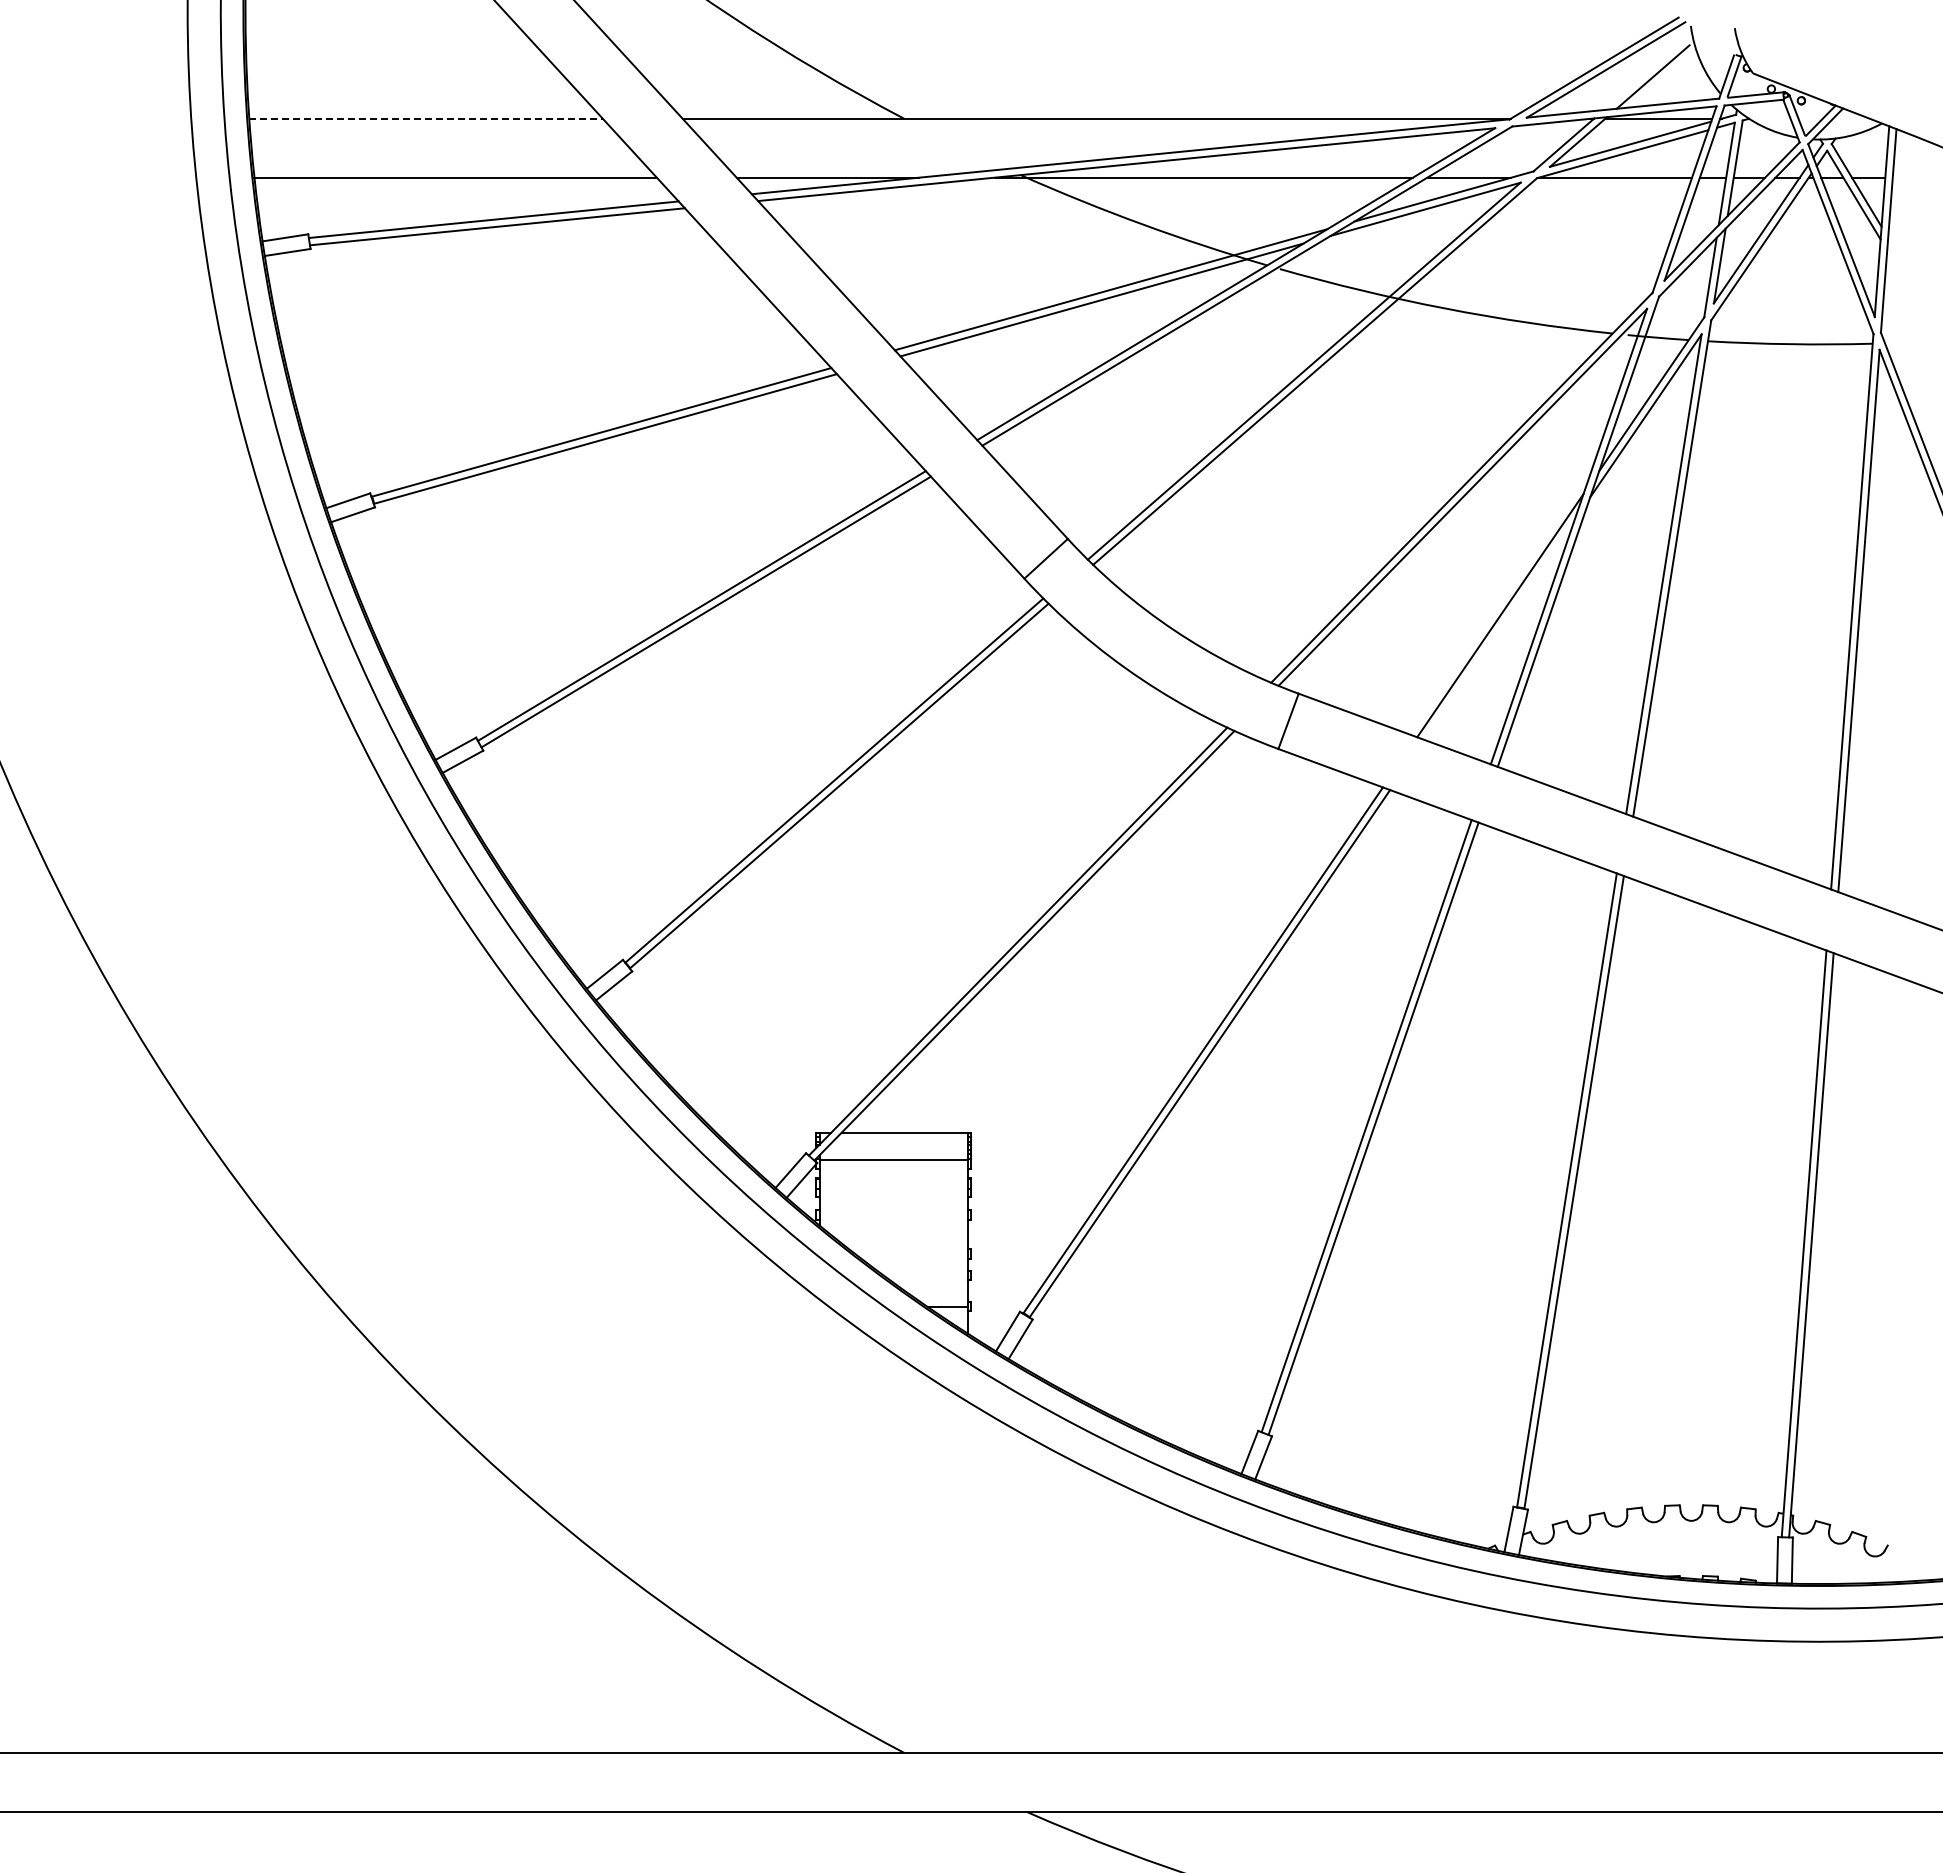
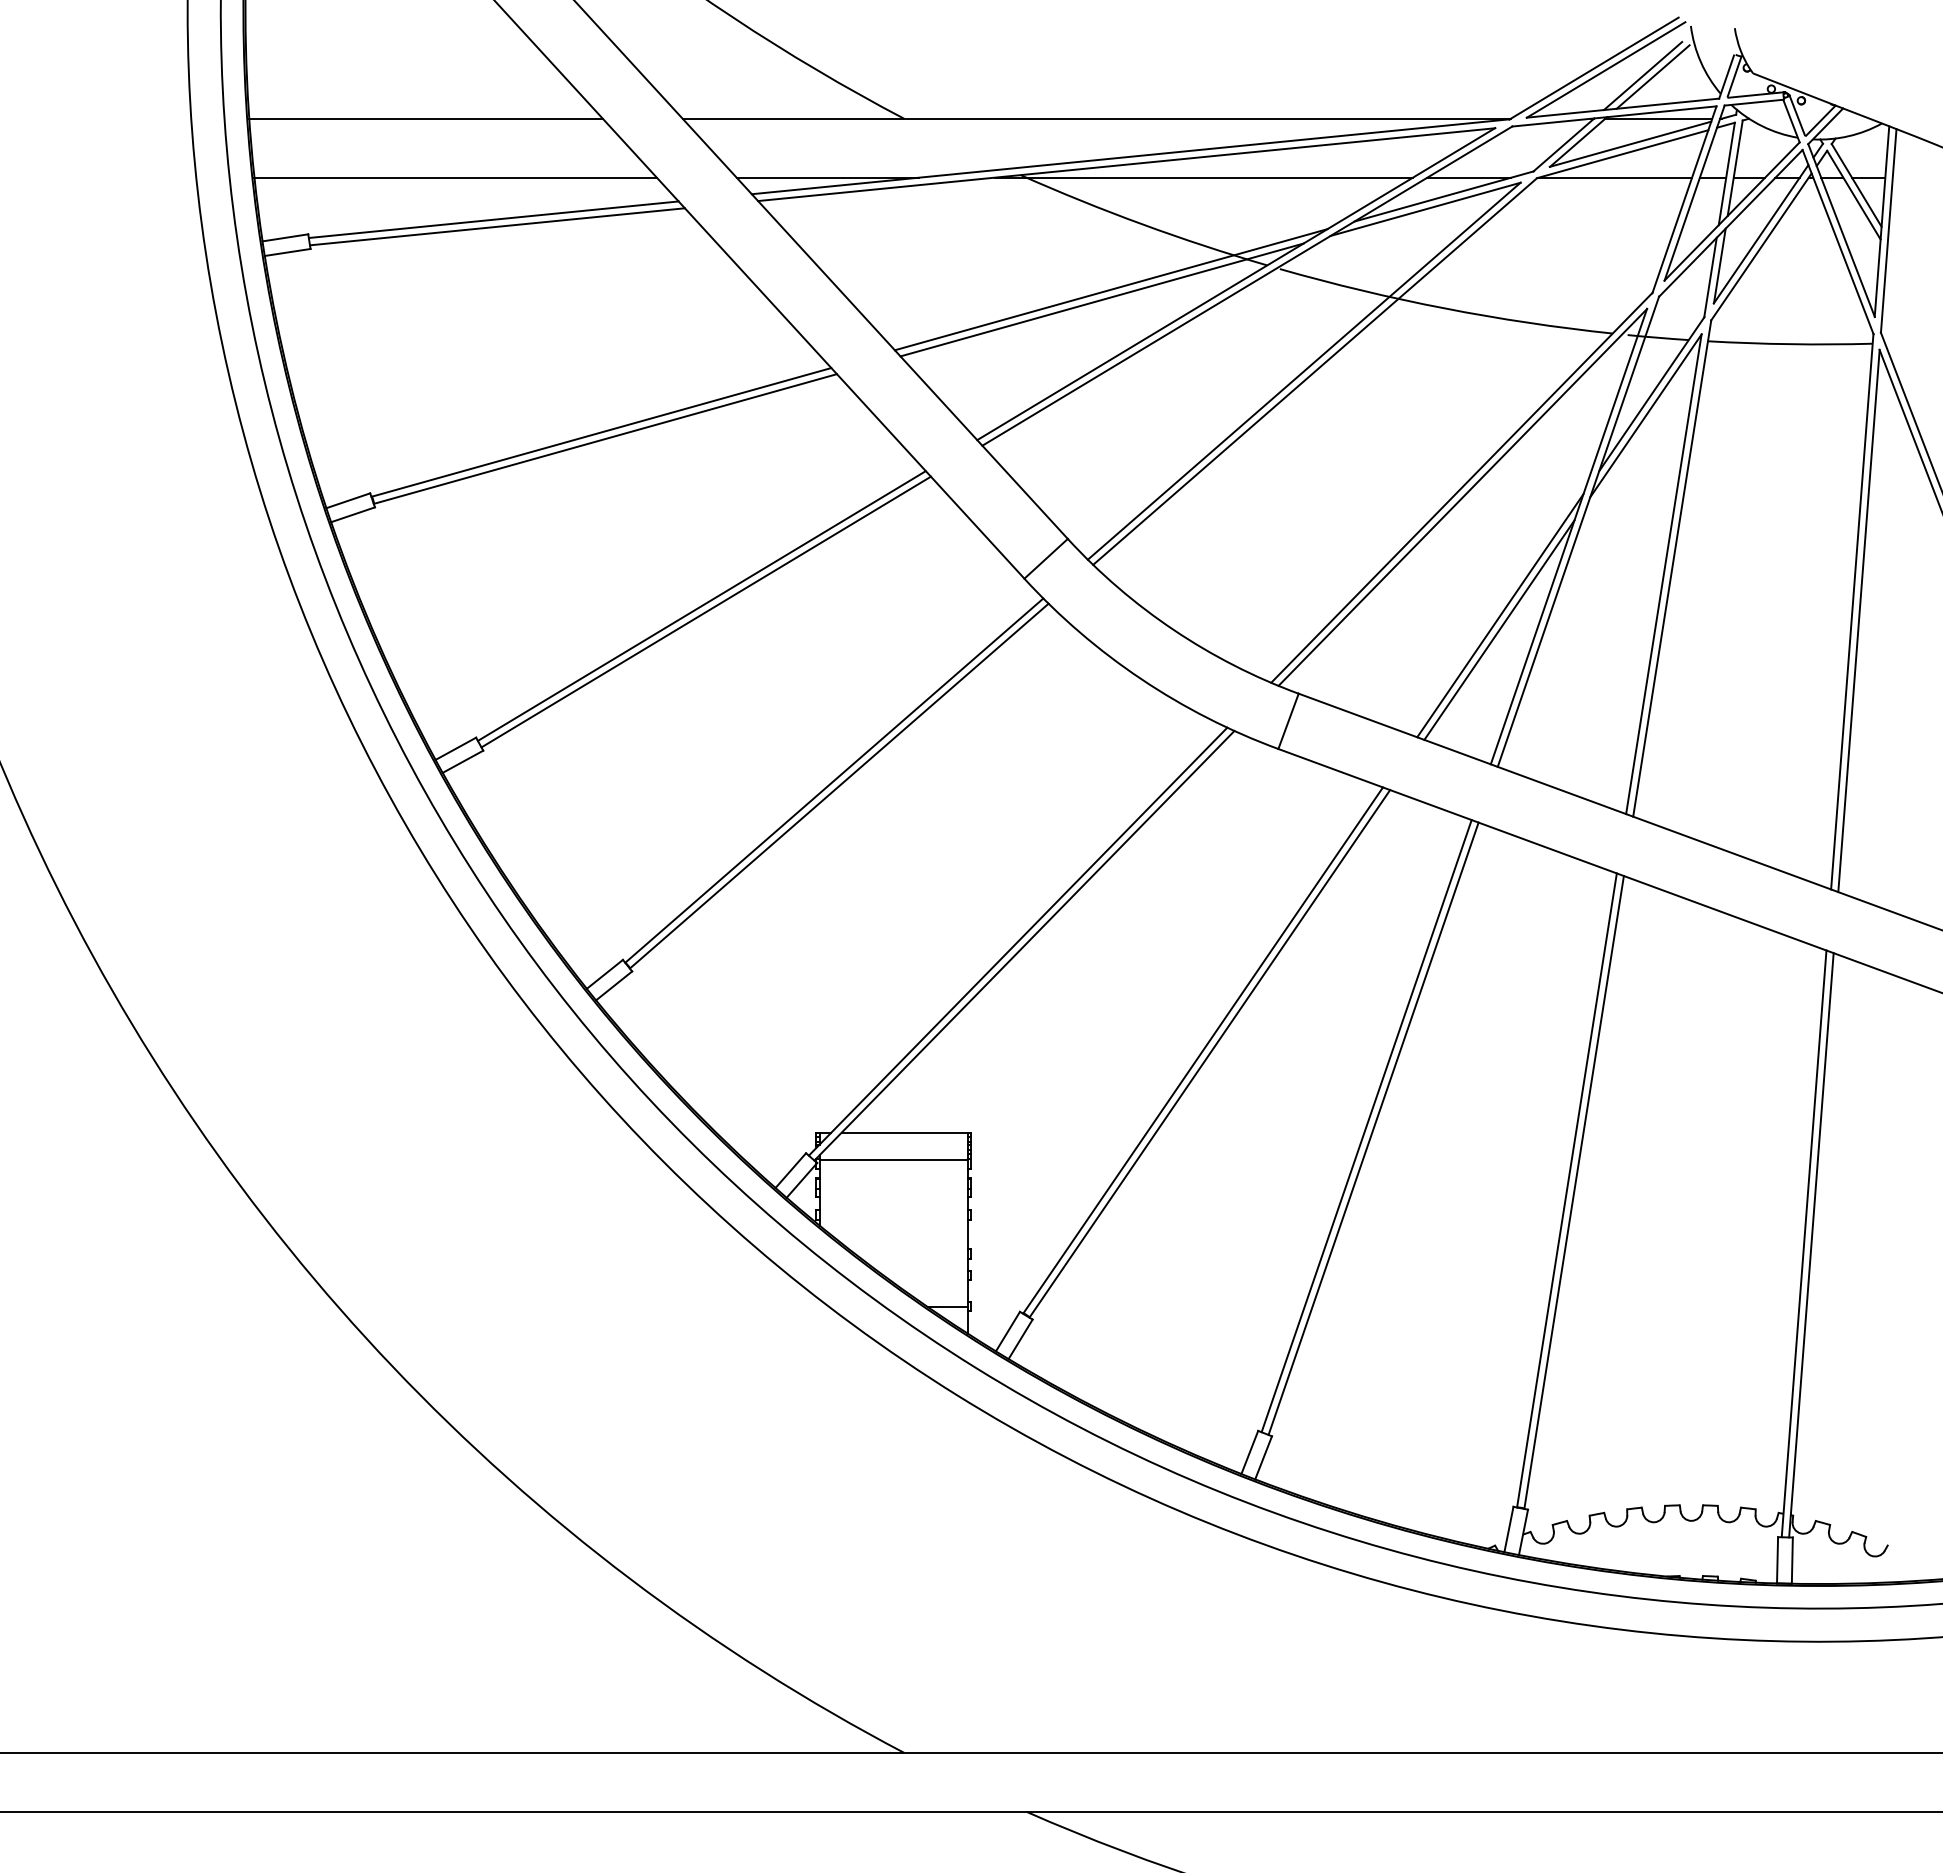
line at (1643, 76): none -> present
line at (426, 118): dashed -> solid
line at (1499, 629): none -> present
